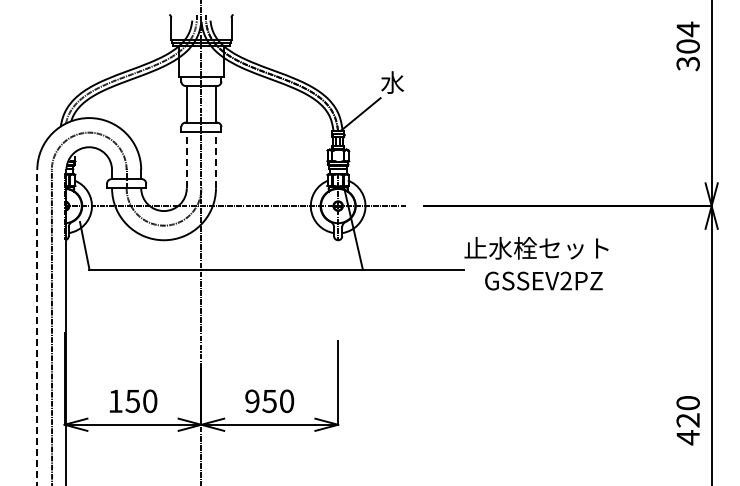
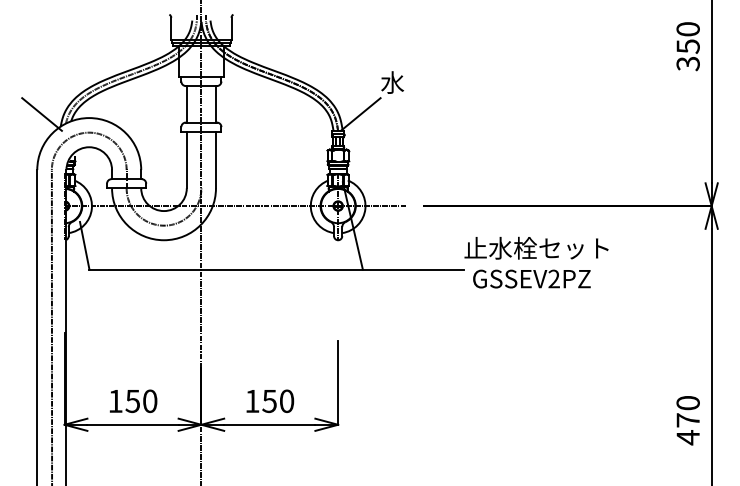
text at (687, 37): 304 -> 350
line at (41, 114): none -> present
line at (186, 159): dashed -> solid
line at (215, 159): dashed -> solid
text at (543, 280) position: (543, 280) -> (531, 278)
line at (37, 328): dashed -> solid
text at (252, 401): 950 -> 150
text at (687, 420): 420 -> 470
